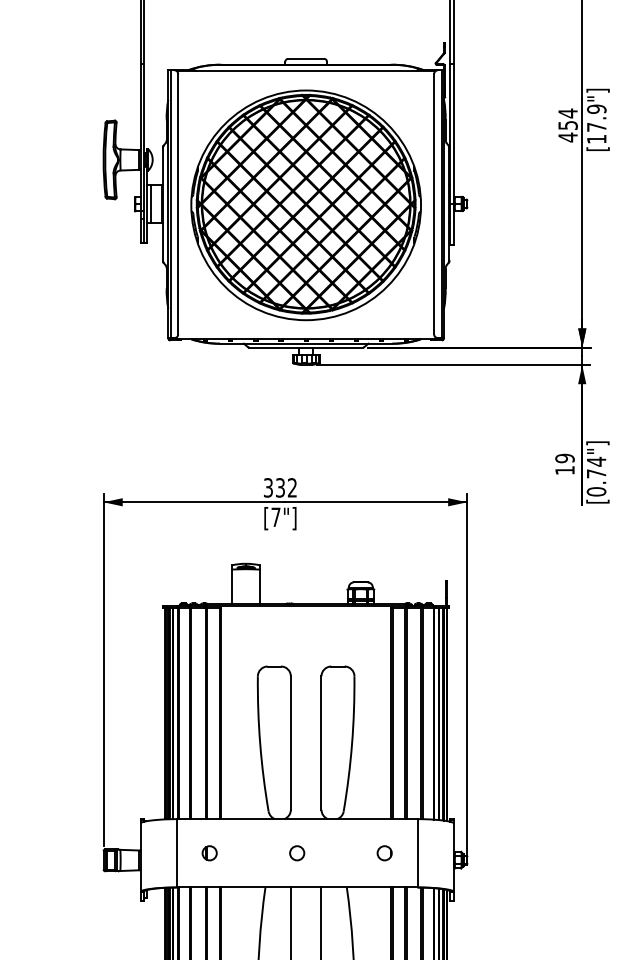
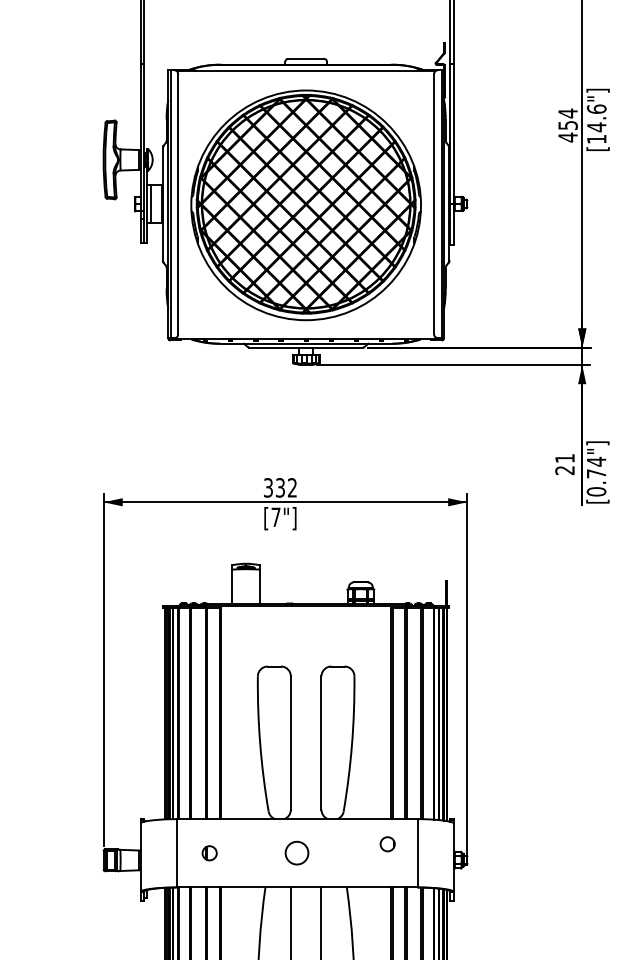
text at (596, 118): [17.9"] -> [14.6"]
text at (564, 464): 19 -> 21
circle at (297, 853) size: 17x17 px -> 26x26 px
circle at (384, 853) position: (384, 853) -> (387, 844)
